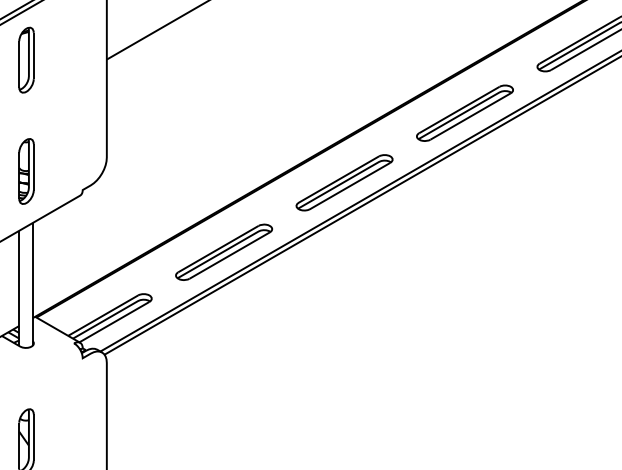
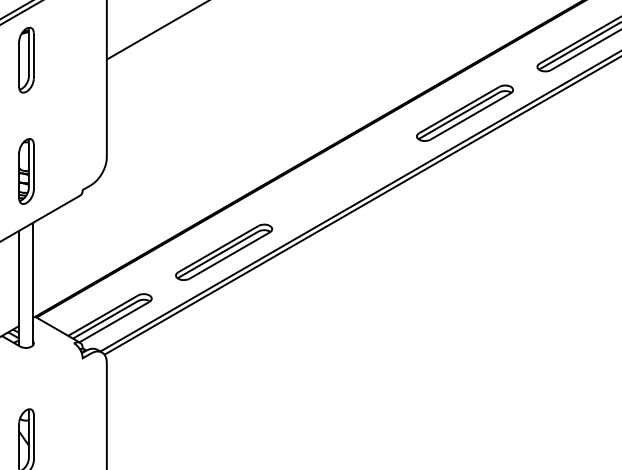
part at (344, 182): present -> none
